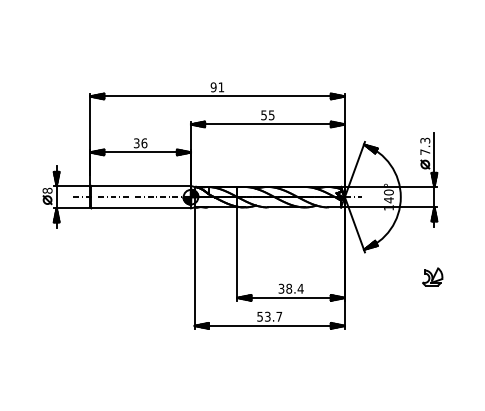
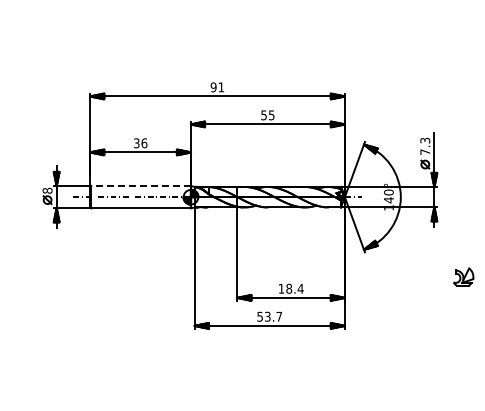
line at (141, 186): solid -> dashed
part at (432, 276) position: (432, 276) -> (463, 276)
text at (281, 288): 38.4 -> 18.4
